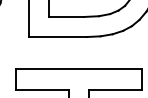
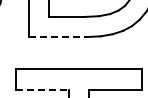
line at (58, 37): solid -> dashed
line at (43, 89): solid -> dashed
